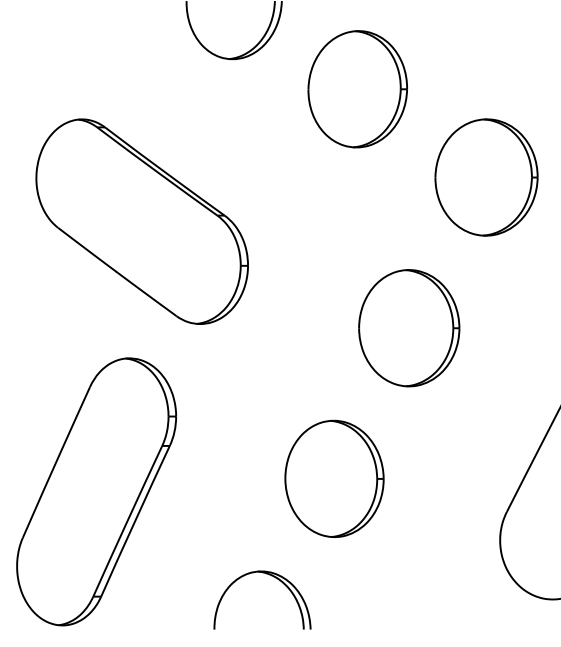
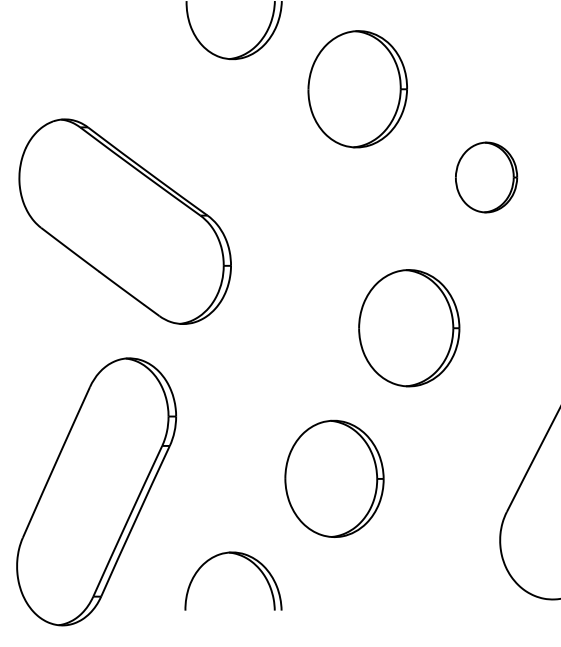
part at (486, 177) size: 105x119 px -> 64x73 px
part at (141, 221) position: (141, 221) -> (124, 221)
part at (273, 577) position: (273, 577) -> (244, 558)
